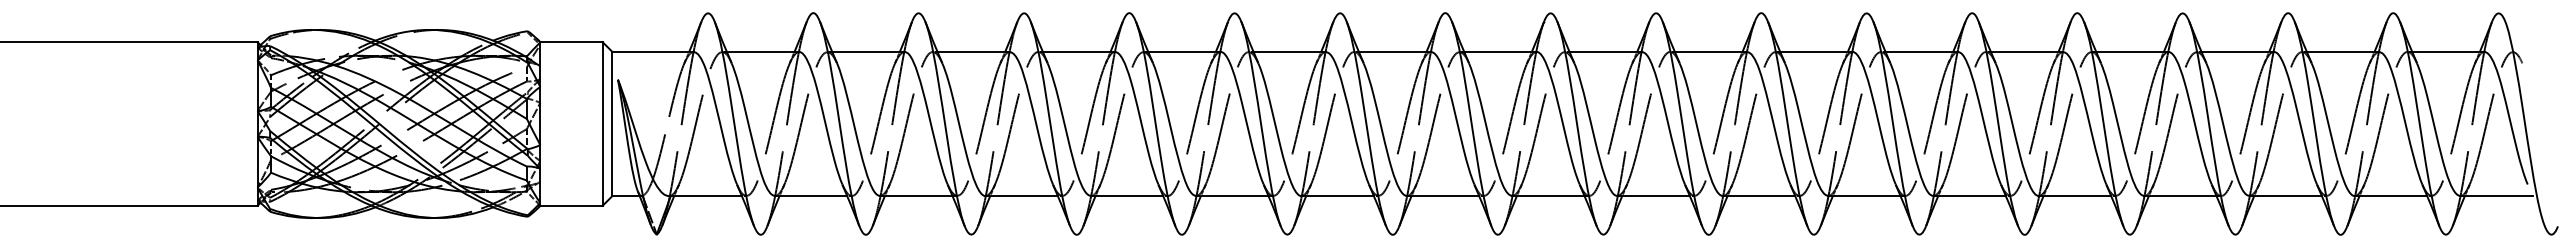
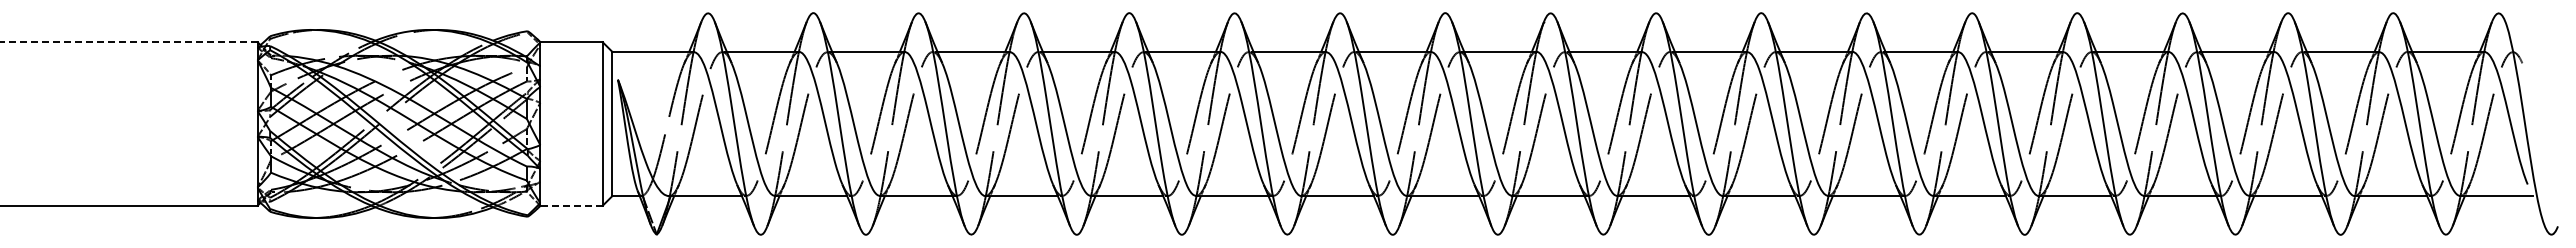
line at (128, 42): solid -> dashed
line at (571, 205): solid -> dashed
